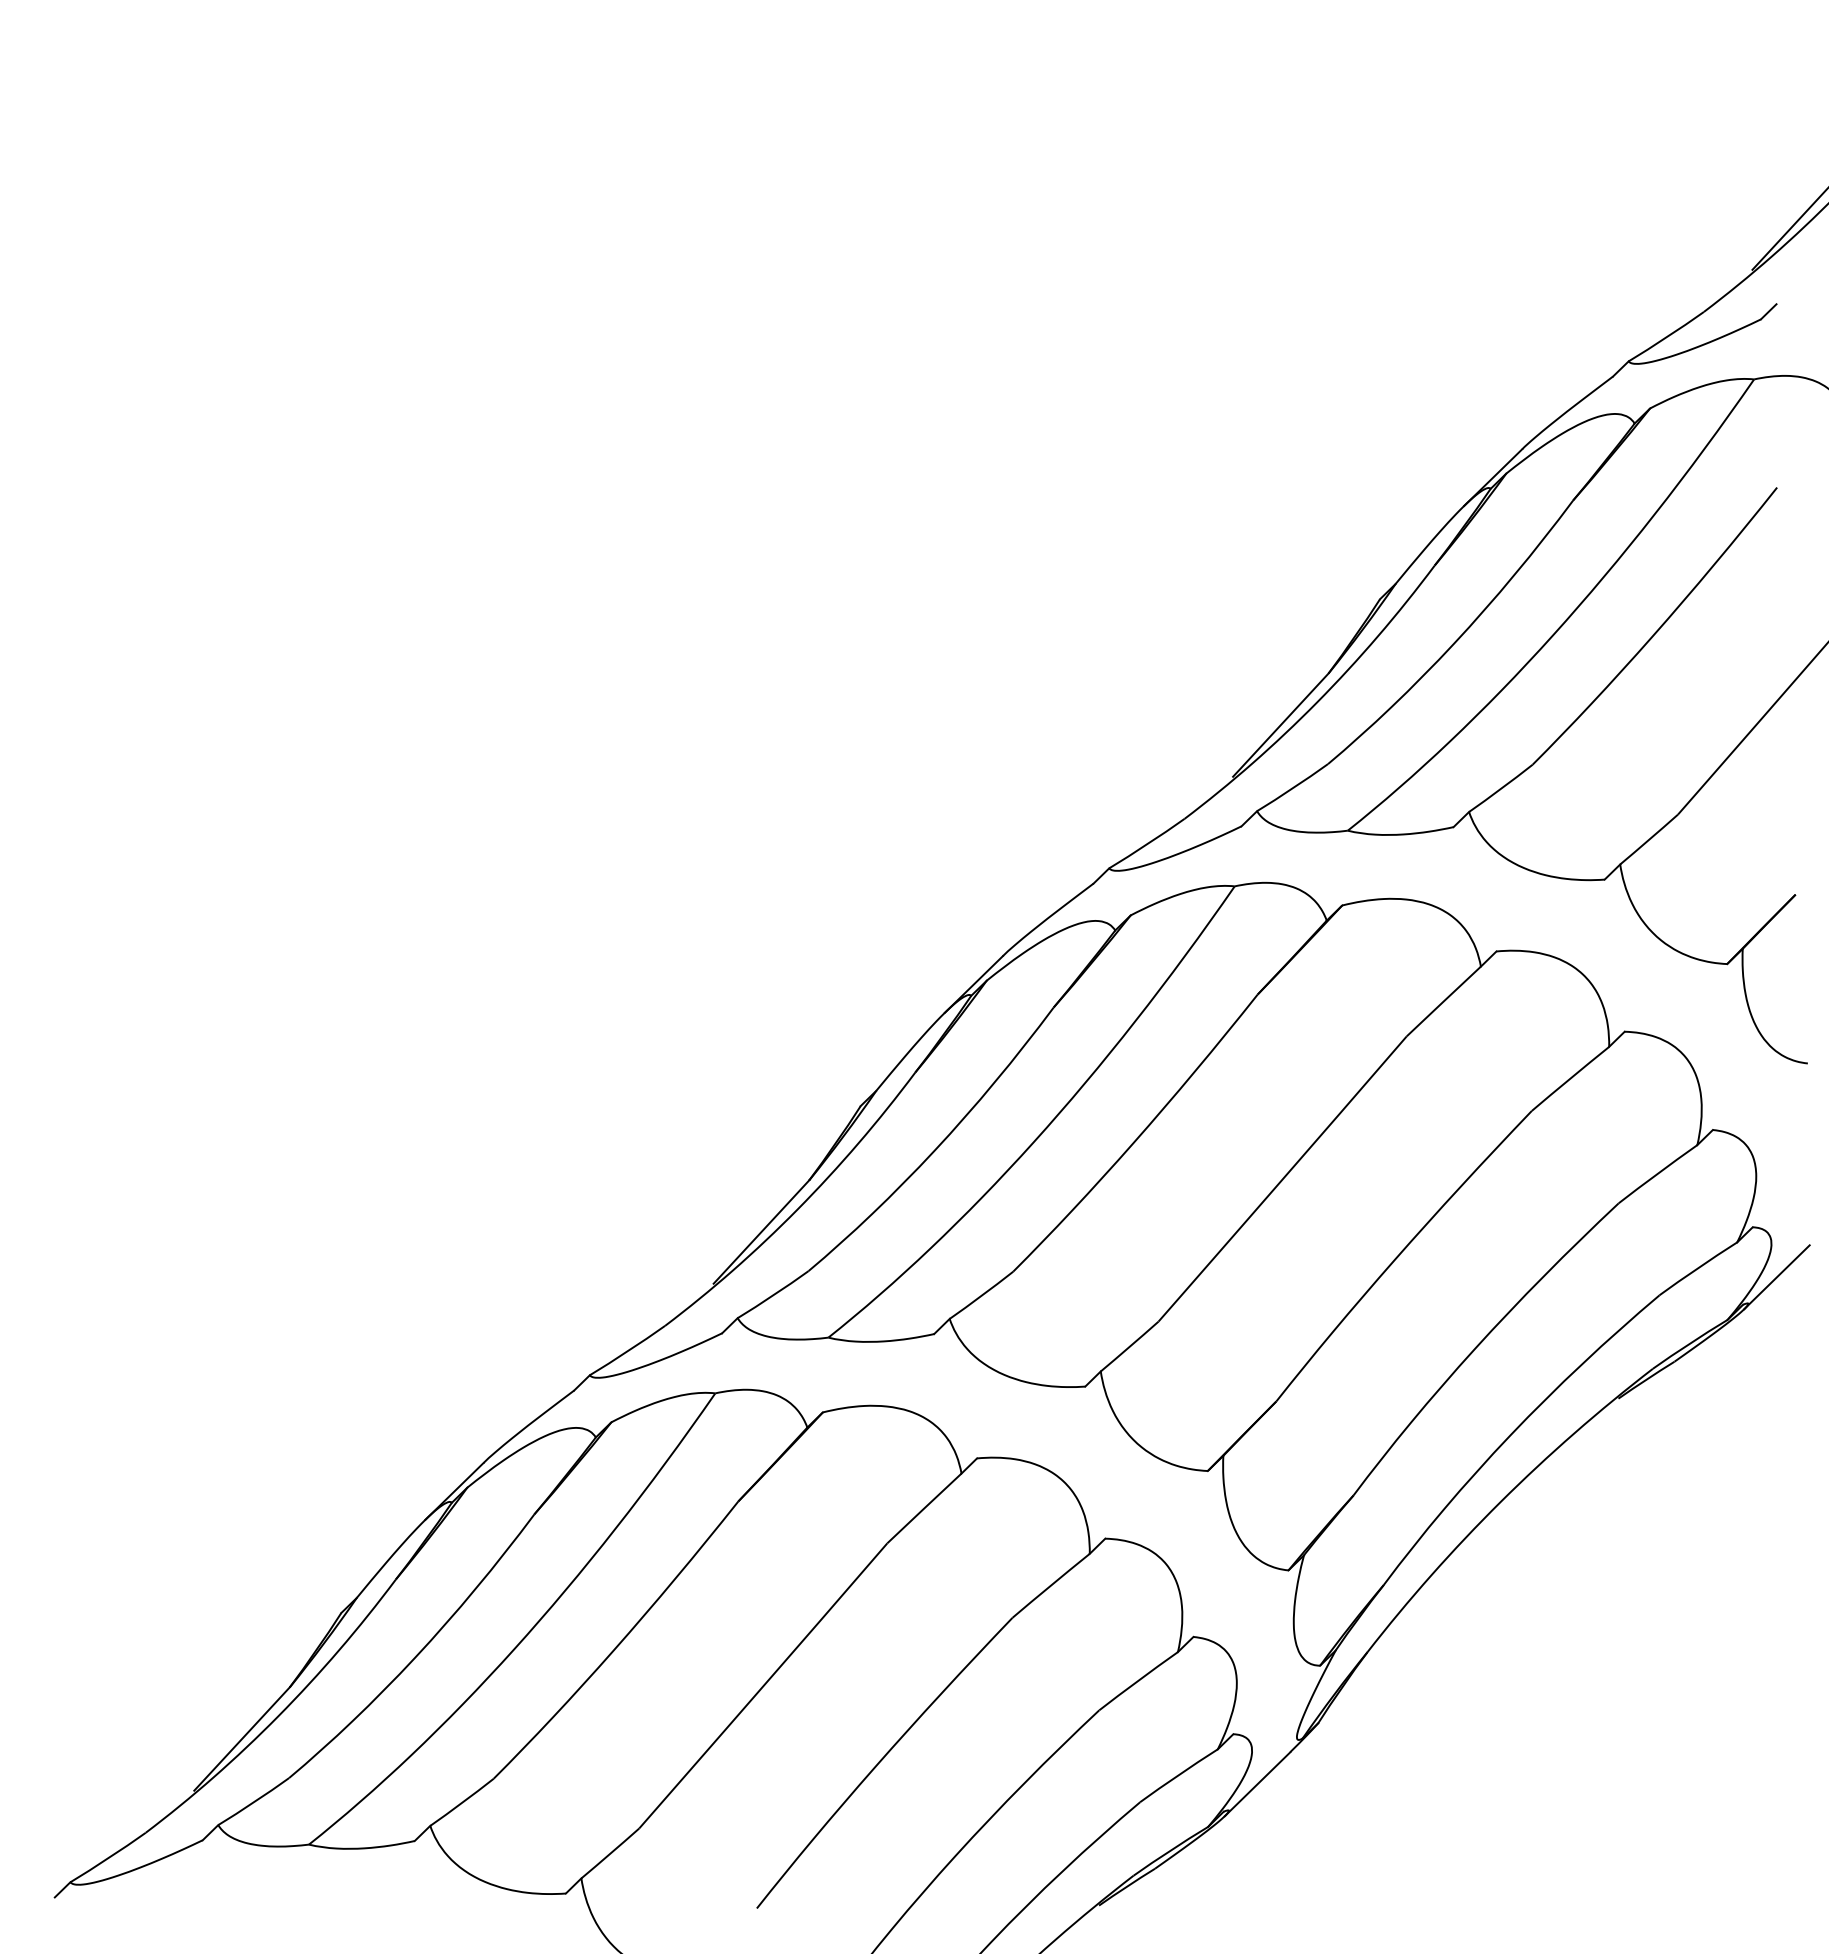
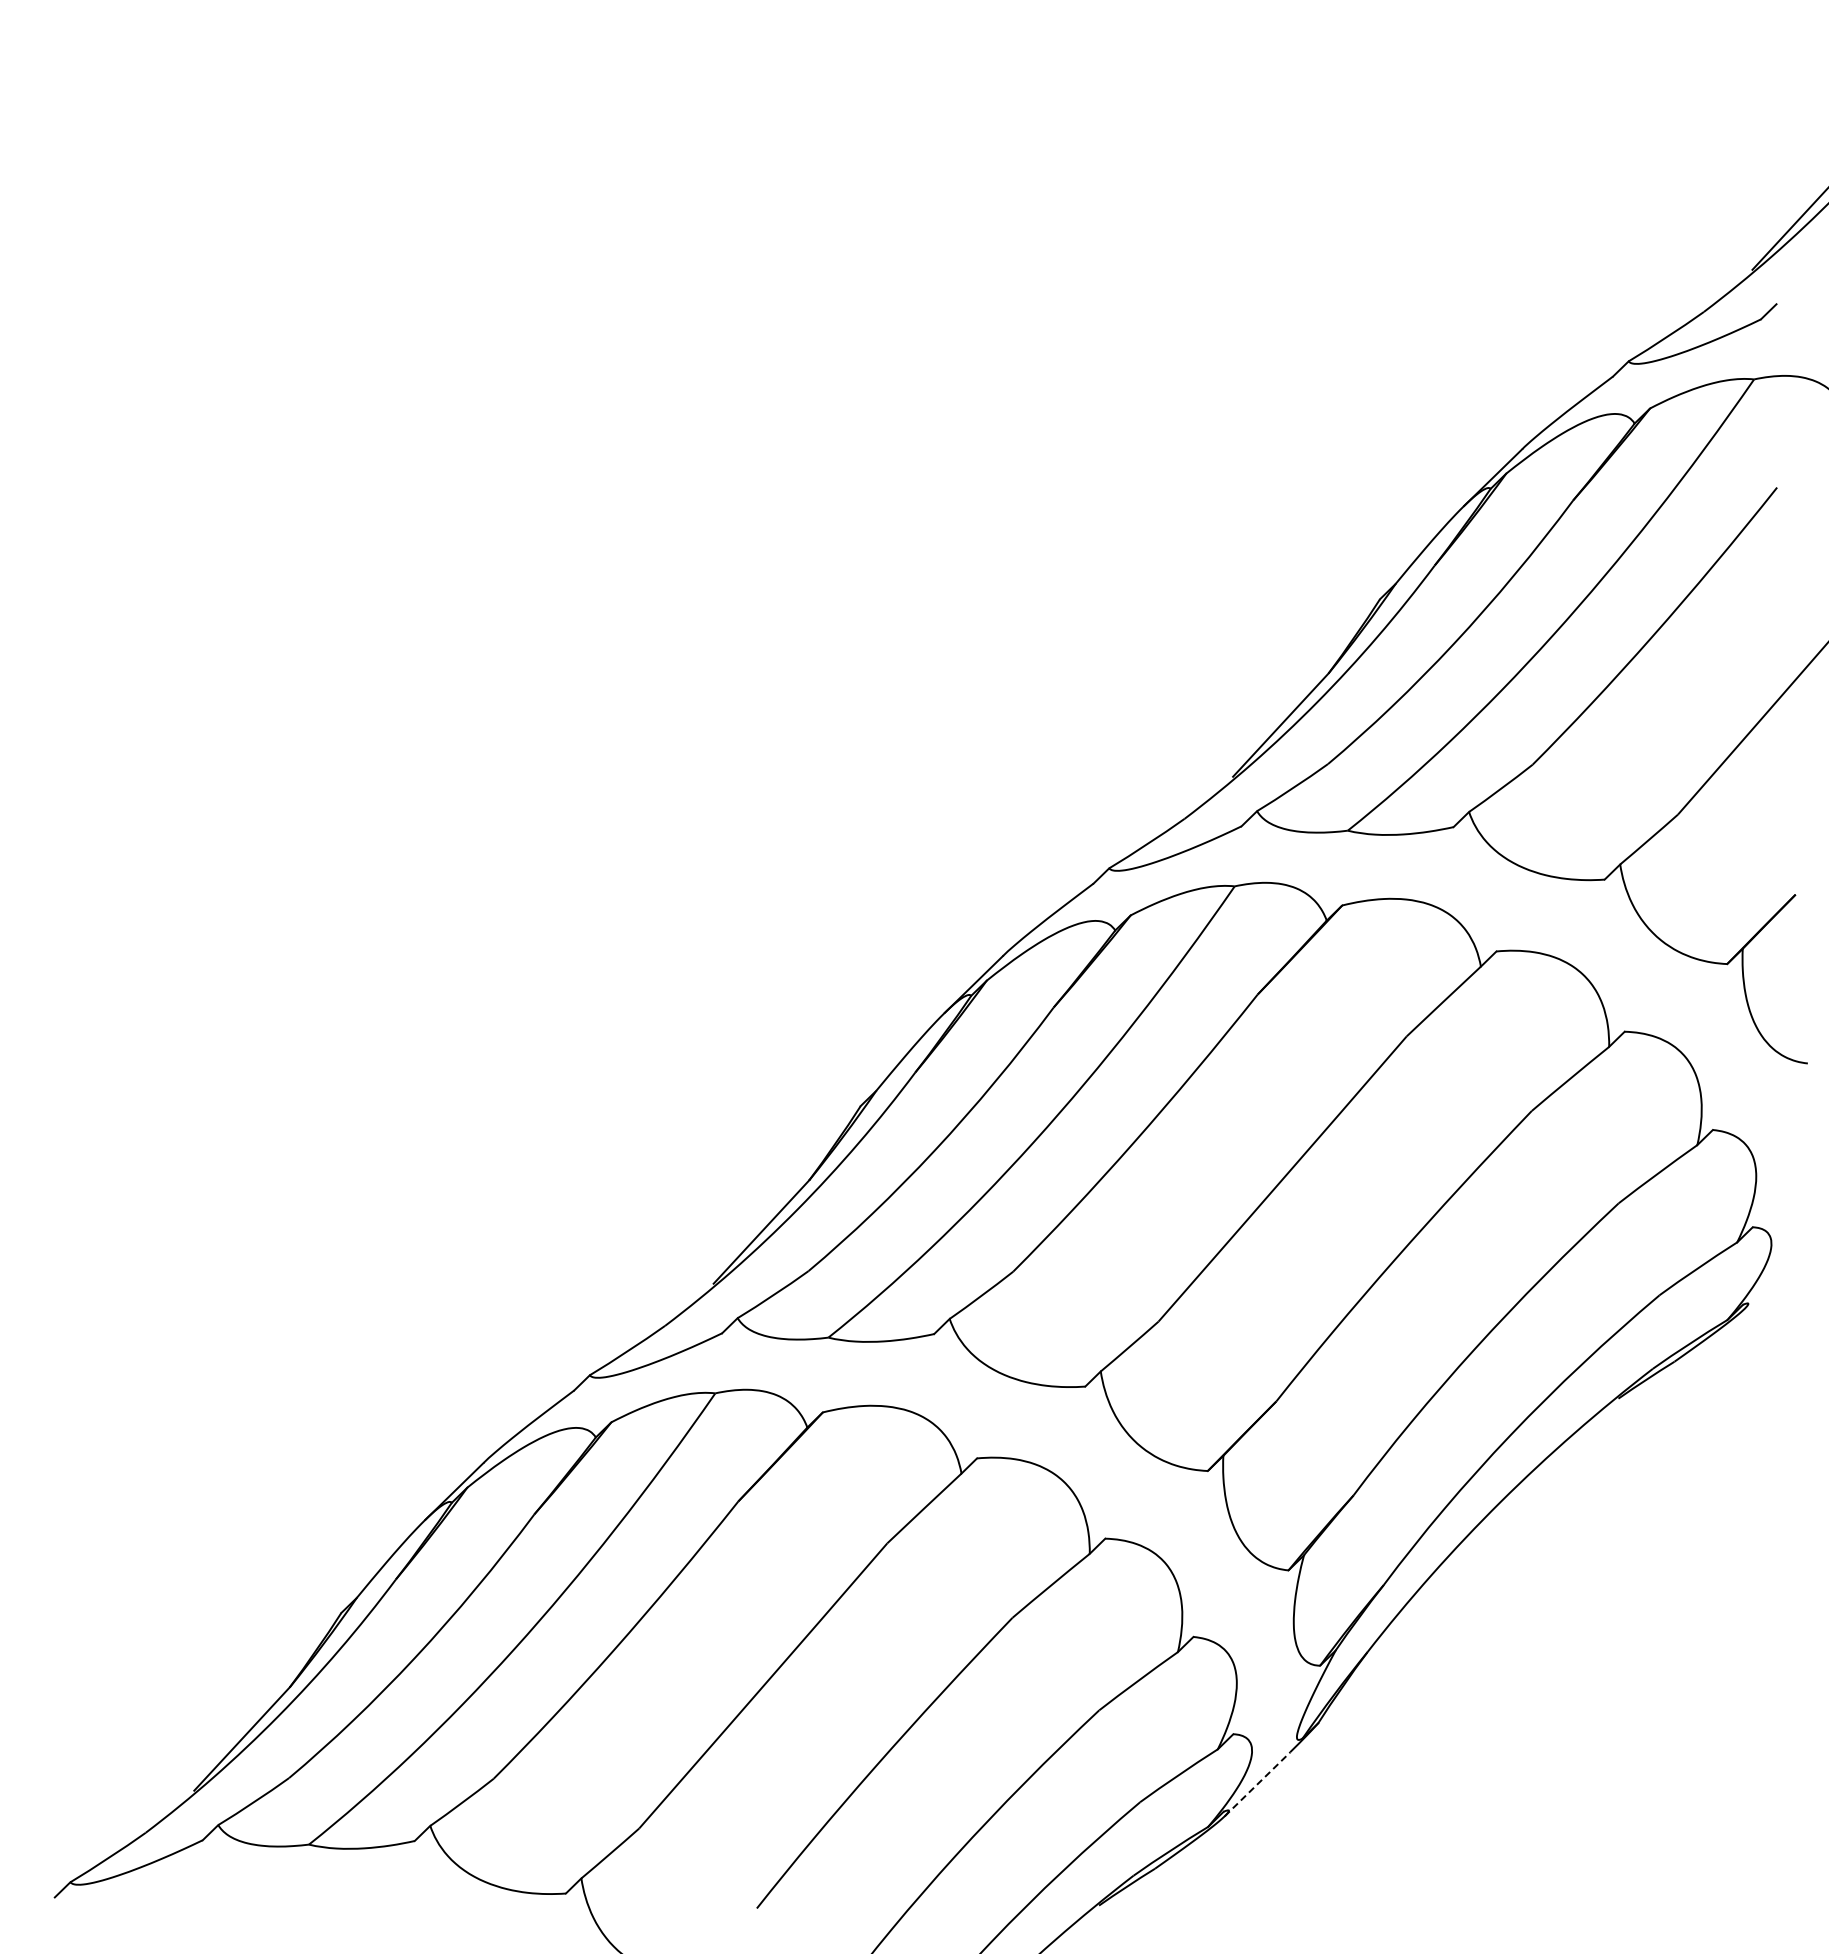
line at (1776, 1277): present -> none
line at (1257, 1784): solid -> dashed
